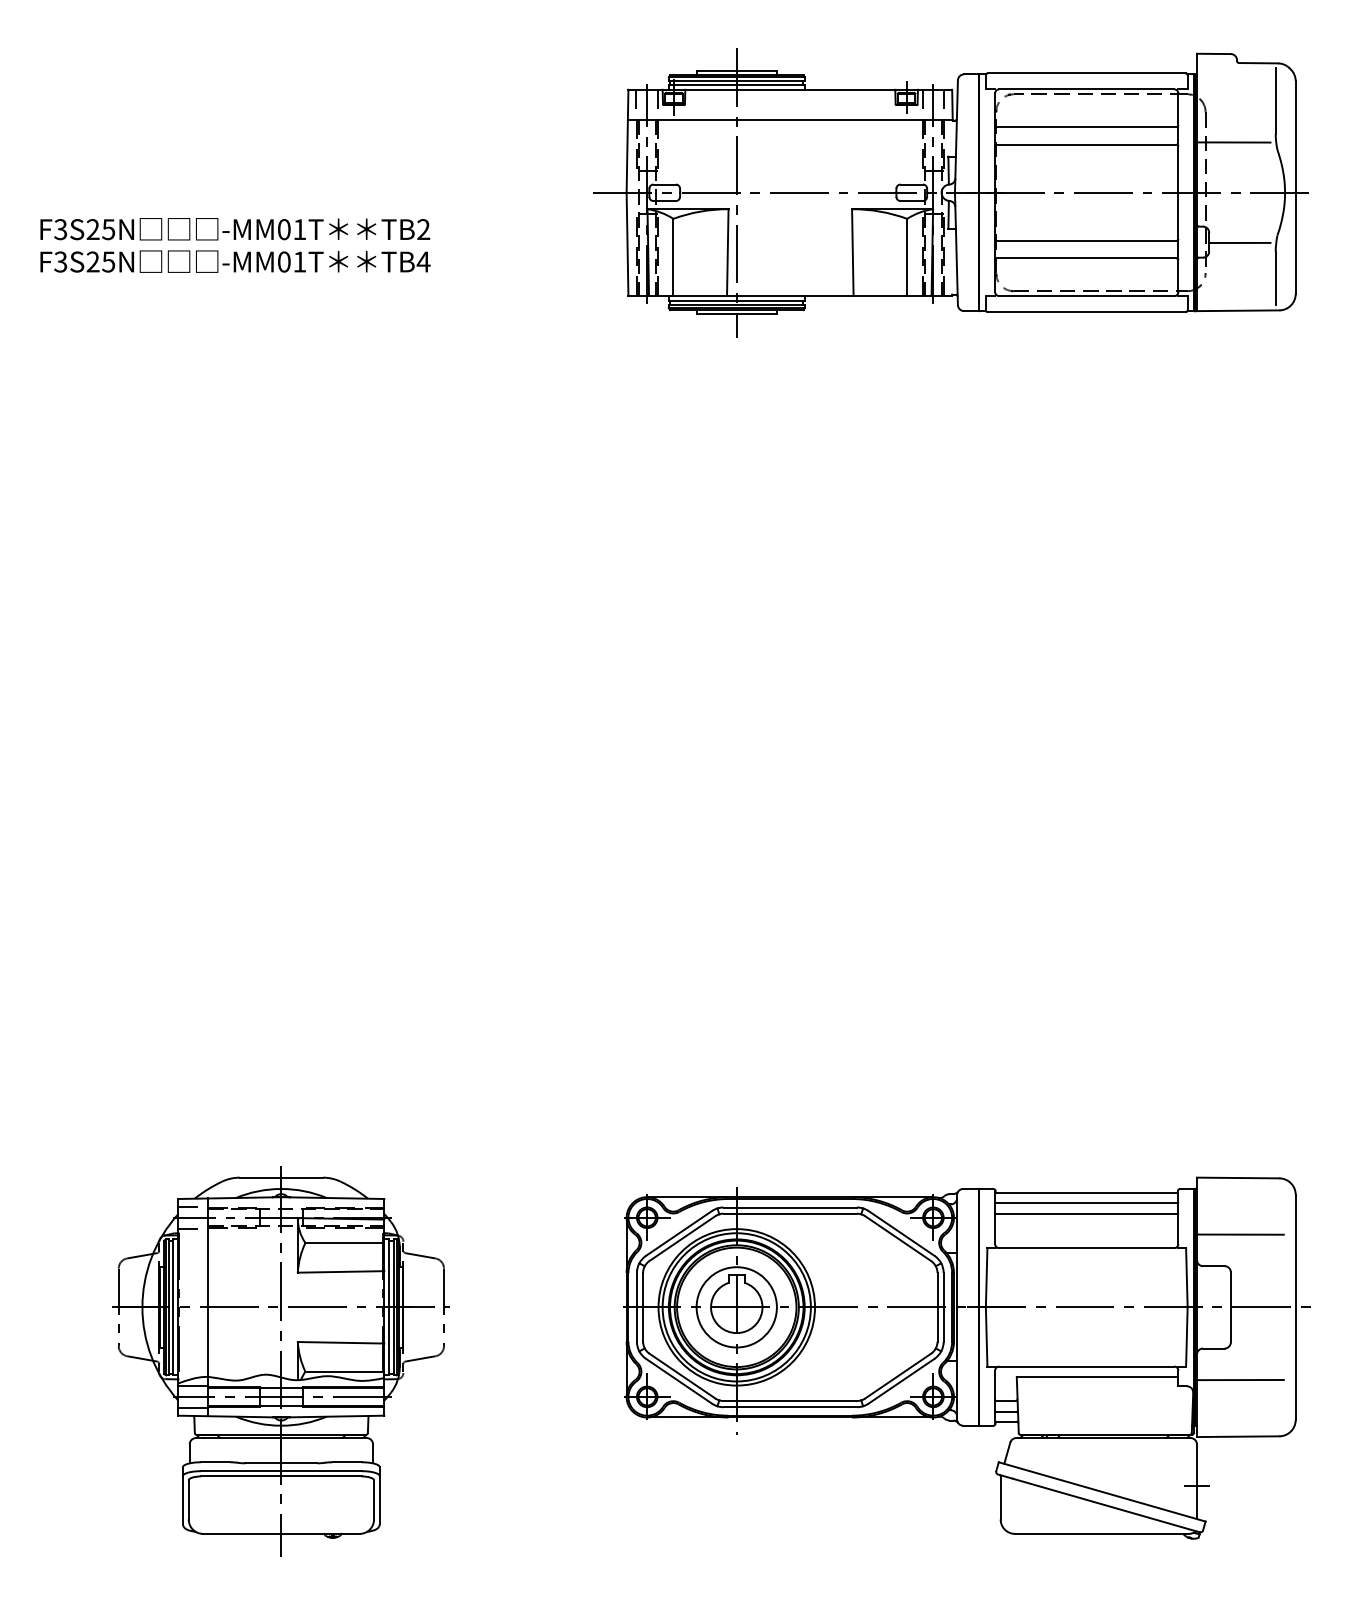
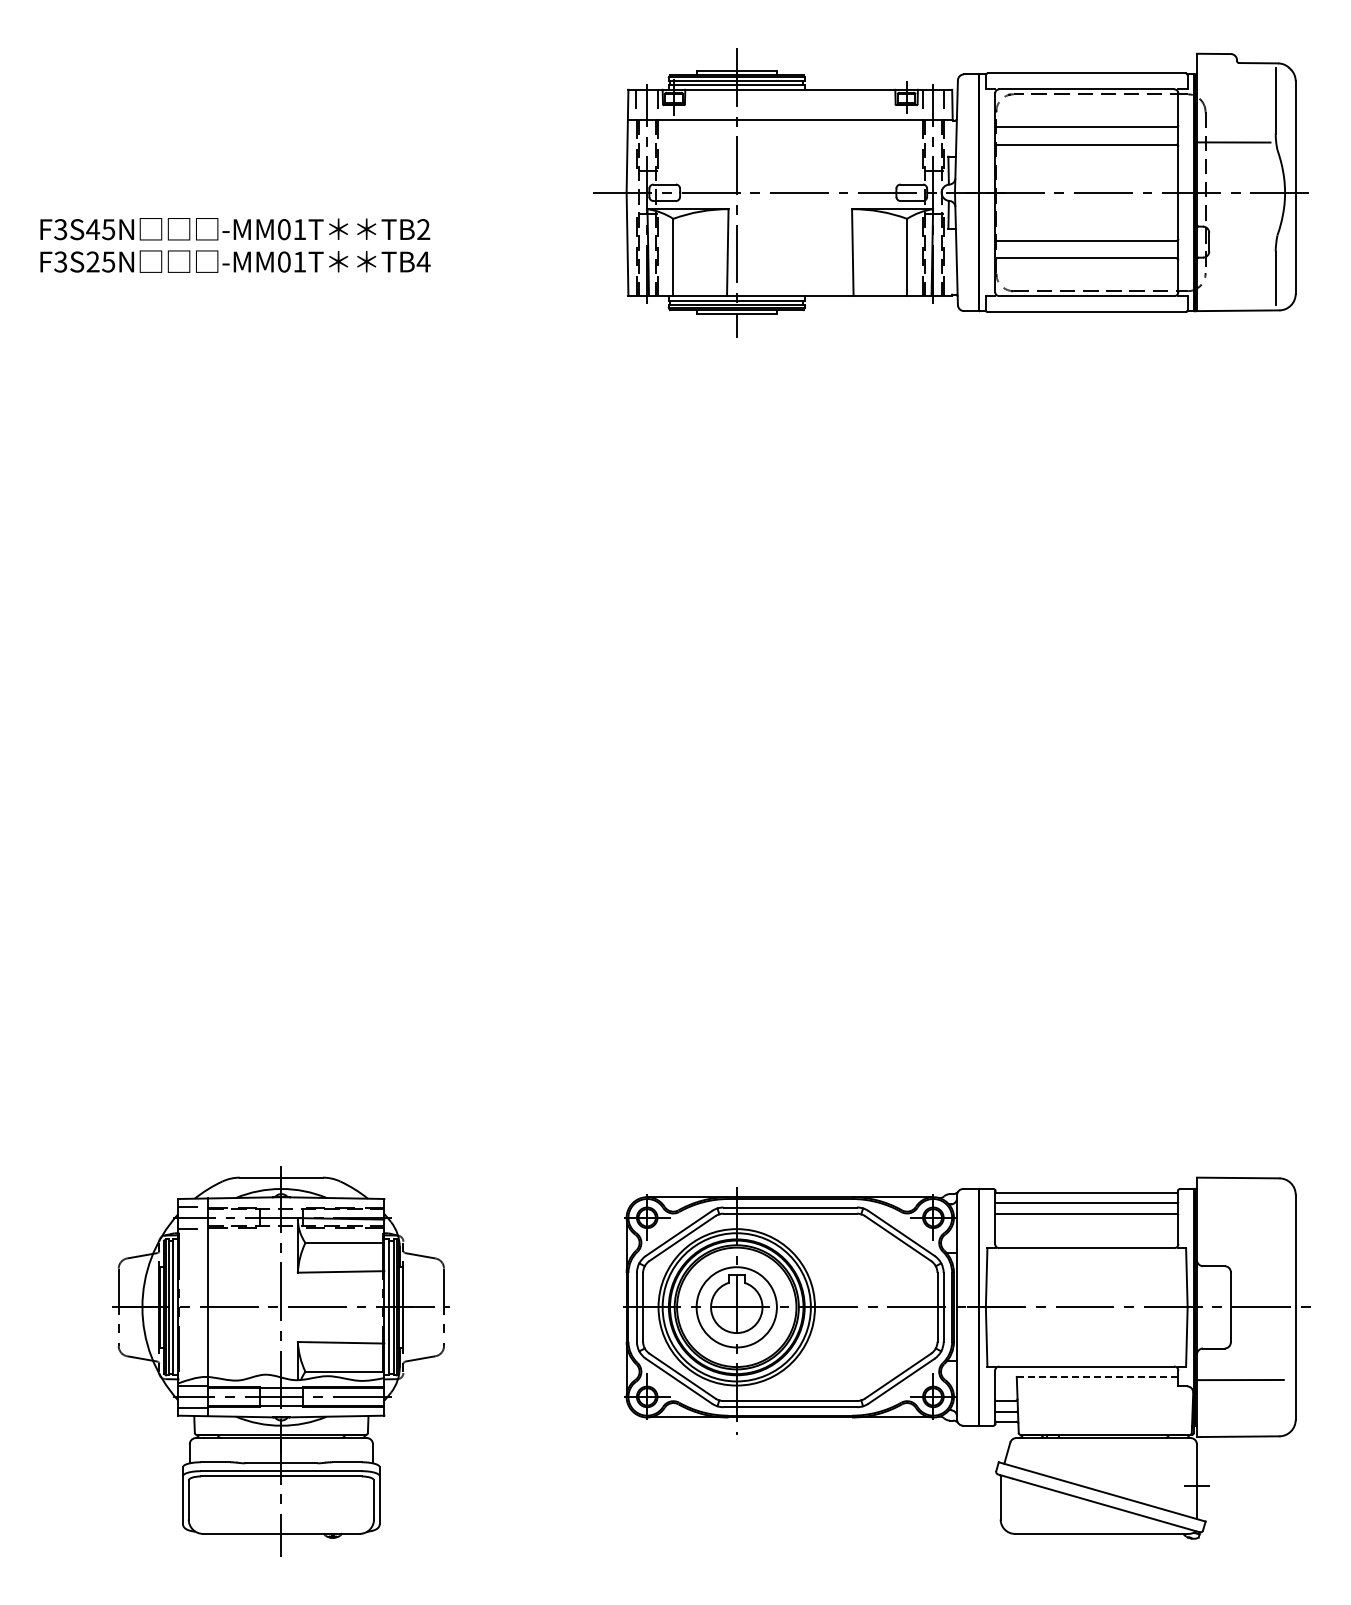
text at (93, 229): F3S25N -> F3S45N
line at (1239, 242): present -> none
line at (1239, 1234): present -> none
line at (1097, 1376): solid -> dashed
